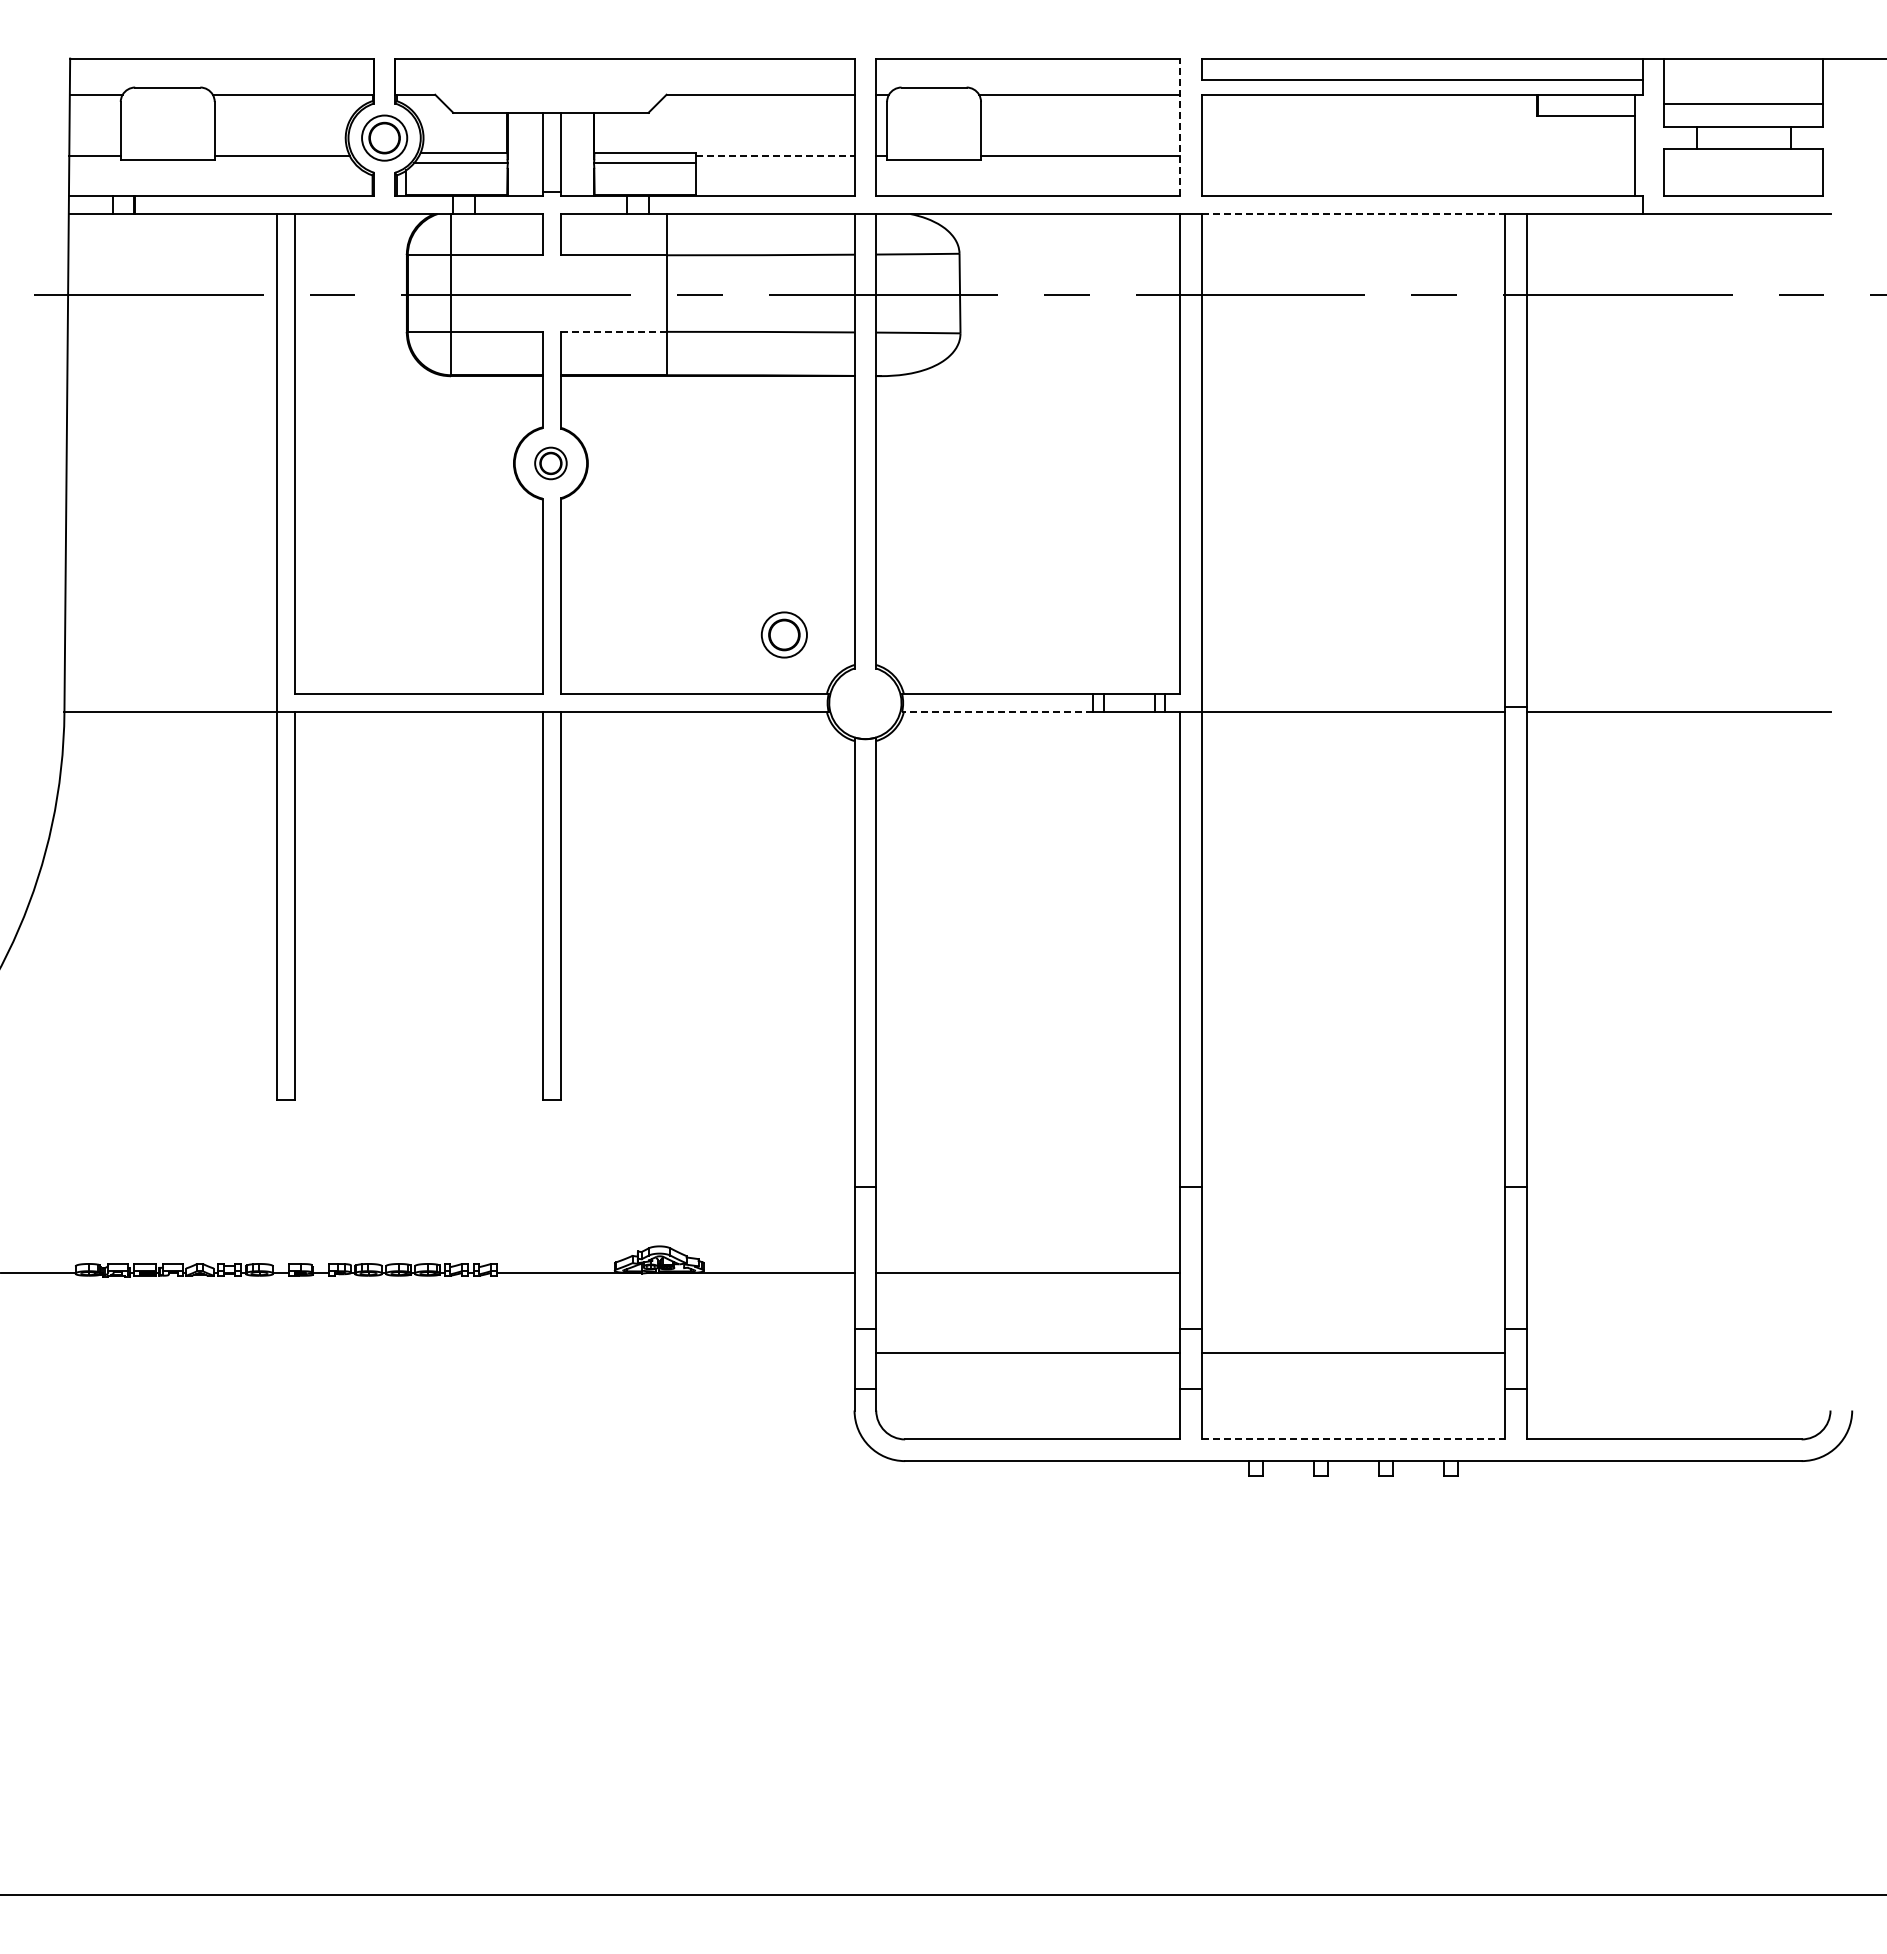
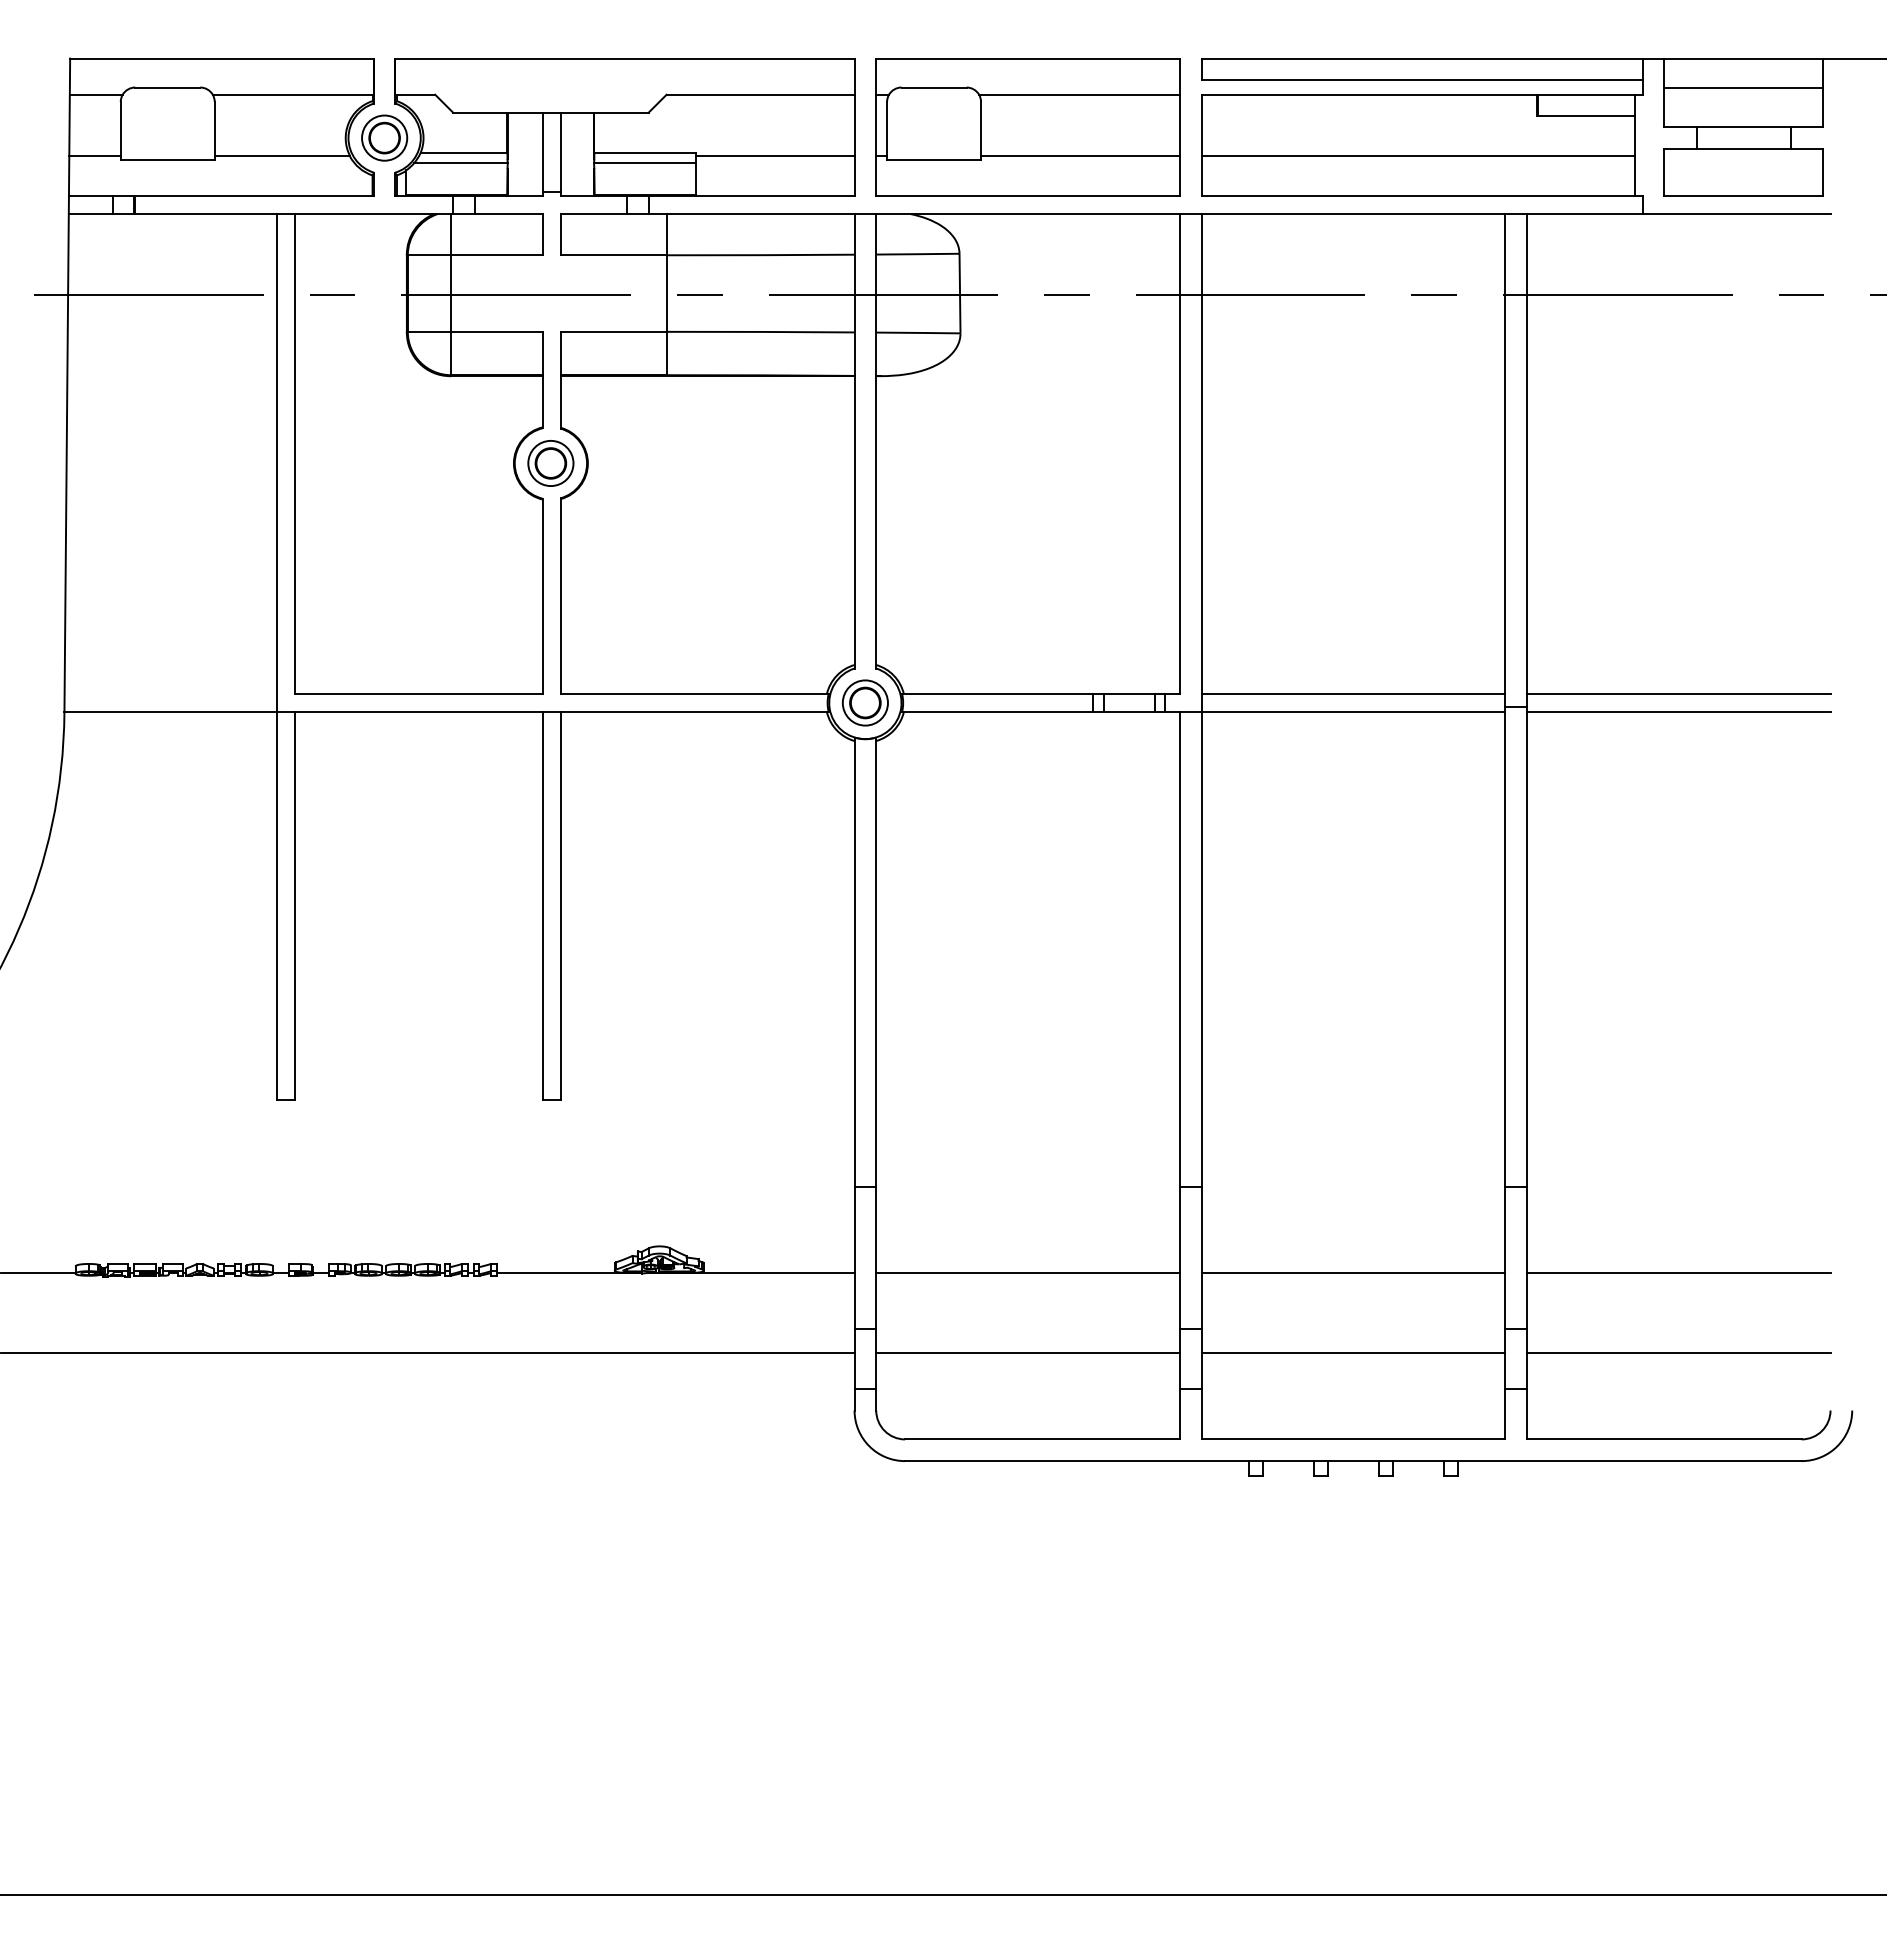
line at (1743, 103) position: (1743, 103) -> (1743, 87)
line at (1179, 127): dashed -> solid
line at (775, 156): dashed -> solid
line at (1418, 156): none -> present
line at (1353, 214): dashed -> solid
line at (613, 331): dashed -> solid
part at (550, 463) size: 34x35 px -> 48x47 px
part at (783, 634) position: (783, 634) -> (864, 702)
line at (1353, 693): none -> present
line at (1678, 693): none -> present
line at (997, 712): dashed -> solid
line at (1353, 1273): none -> present
line at (1678, 1273): none -> present
line at (428, 1352): none -> present
line at (1678, 1352): none -> present
line at (1353, 1439): dashed -> solid
